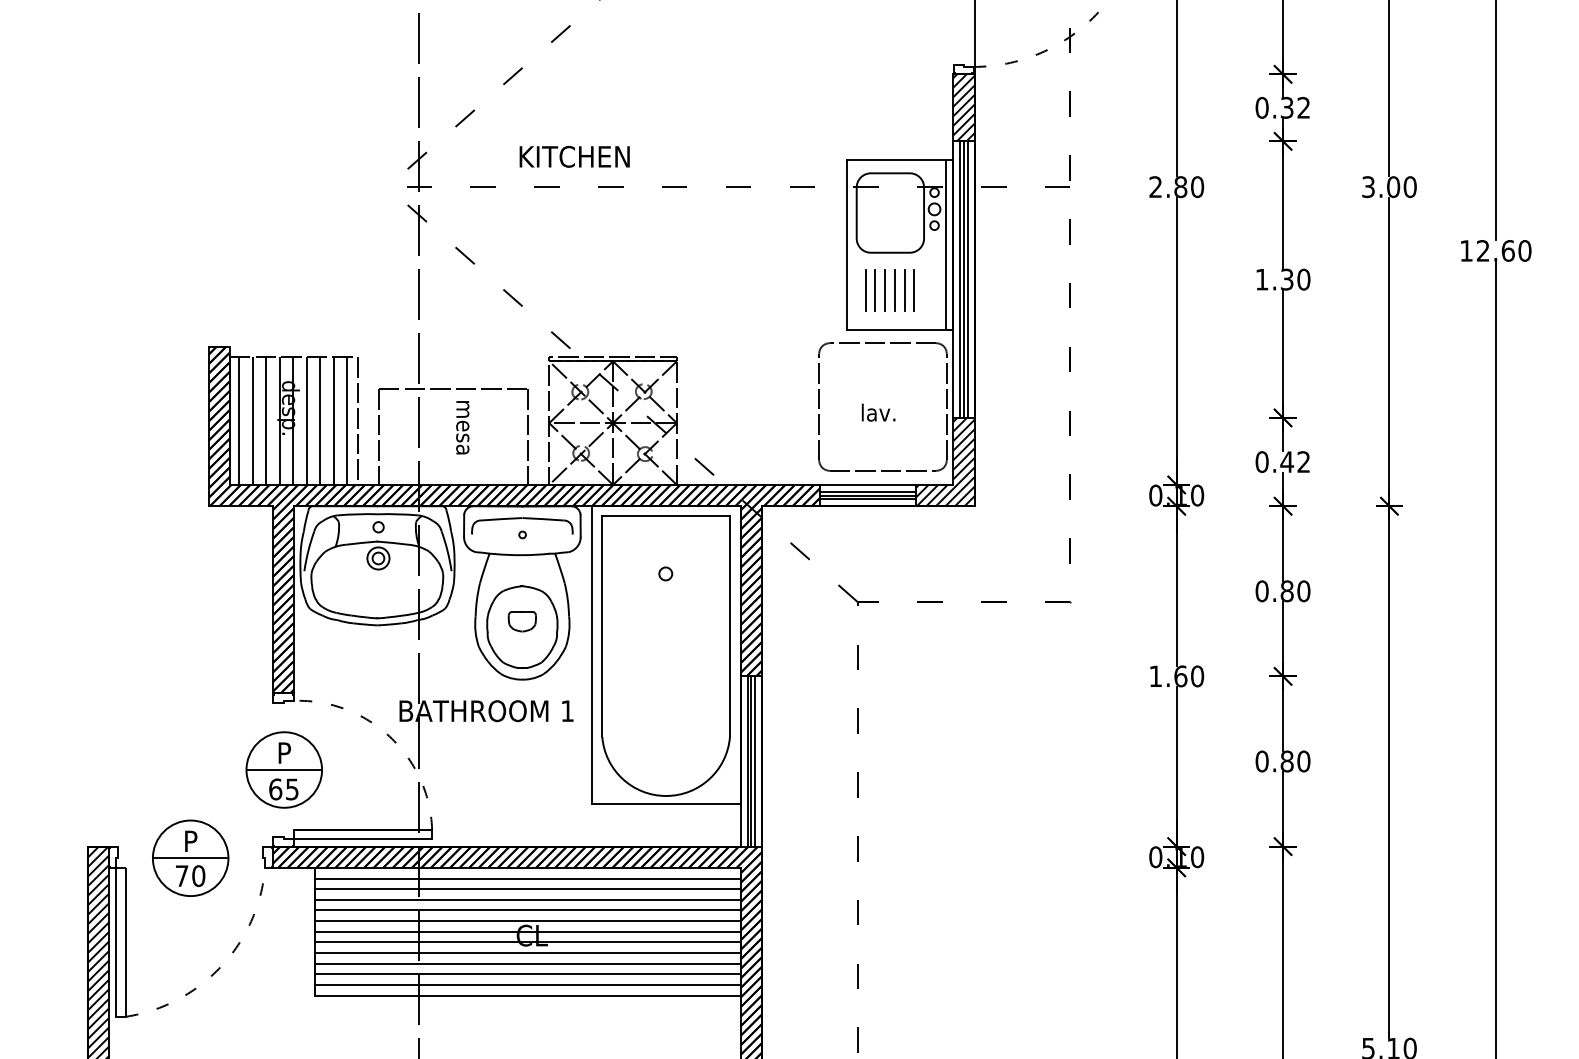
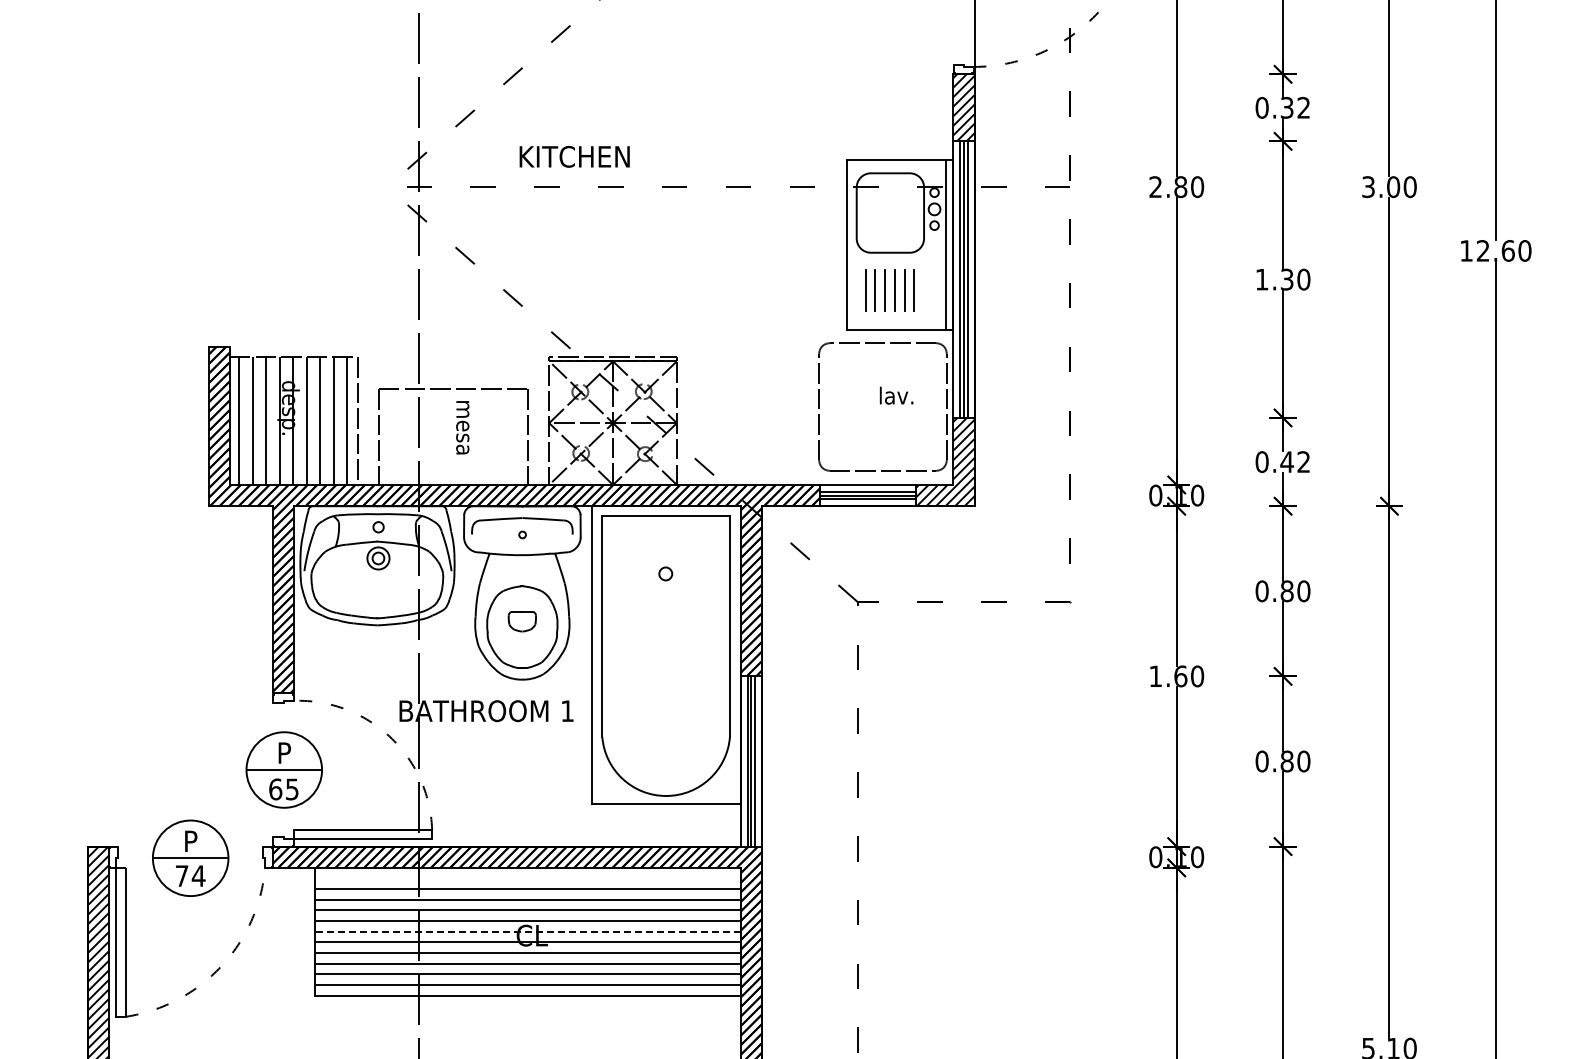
text at (878, 412) position: (878, 412) -> (896, 395)
text at (198, 876): 70 -> 74
line at (527, 878): present -> none
line at (527, 931): solid -> dashed
